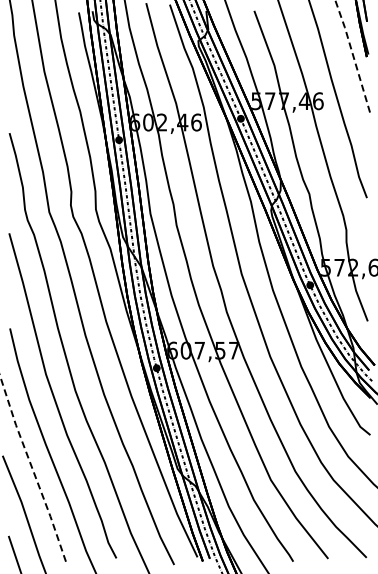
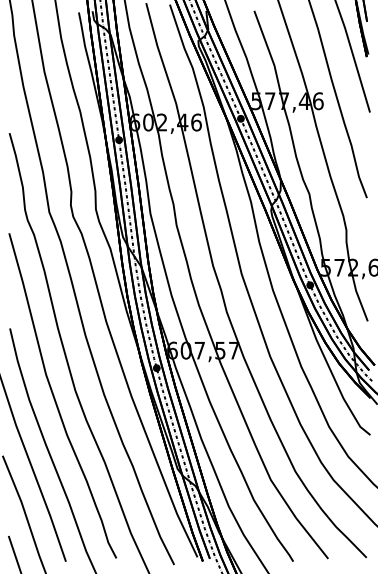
line at (353, 55): dashed -> solid
line at (32, 469): dashed -> solid
